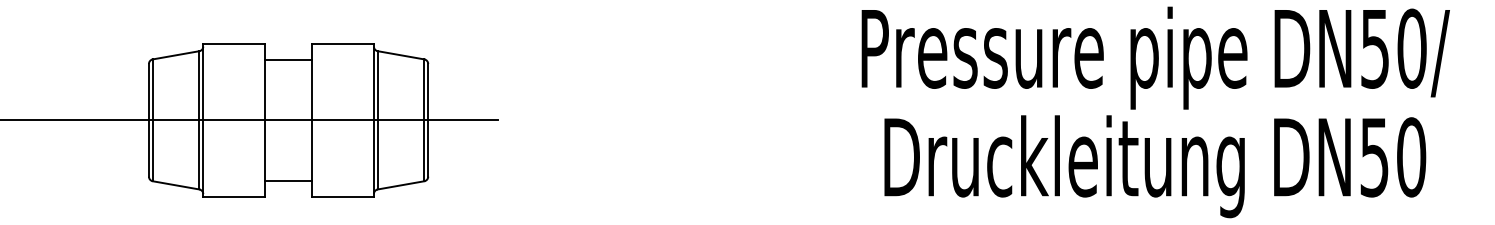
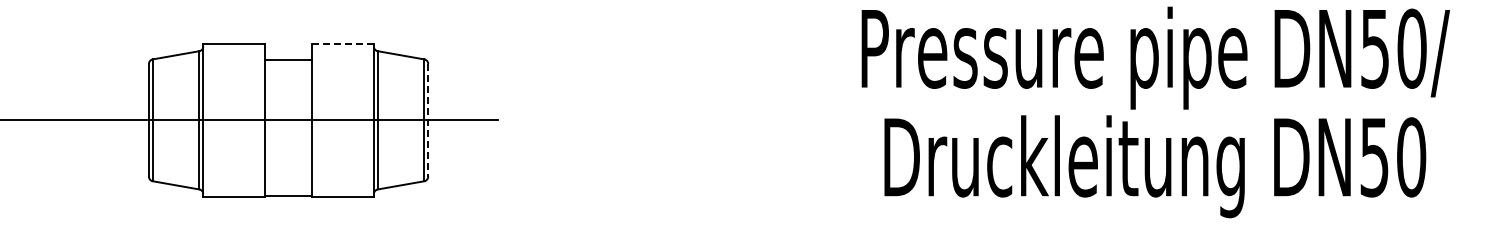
line at (342, 43): solid -> dashed
line at (428, 120): solid -> dashed
line at (288, 180) position: (288, 180) -> (288, 195)
